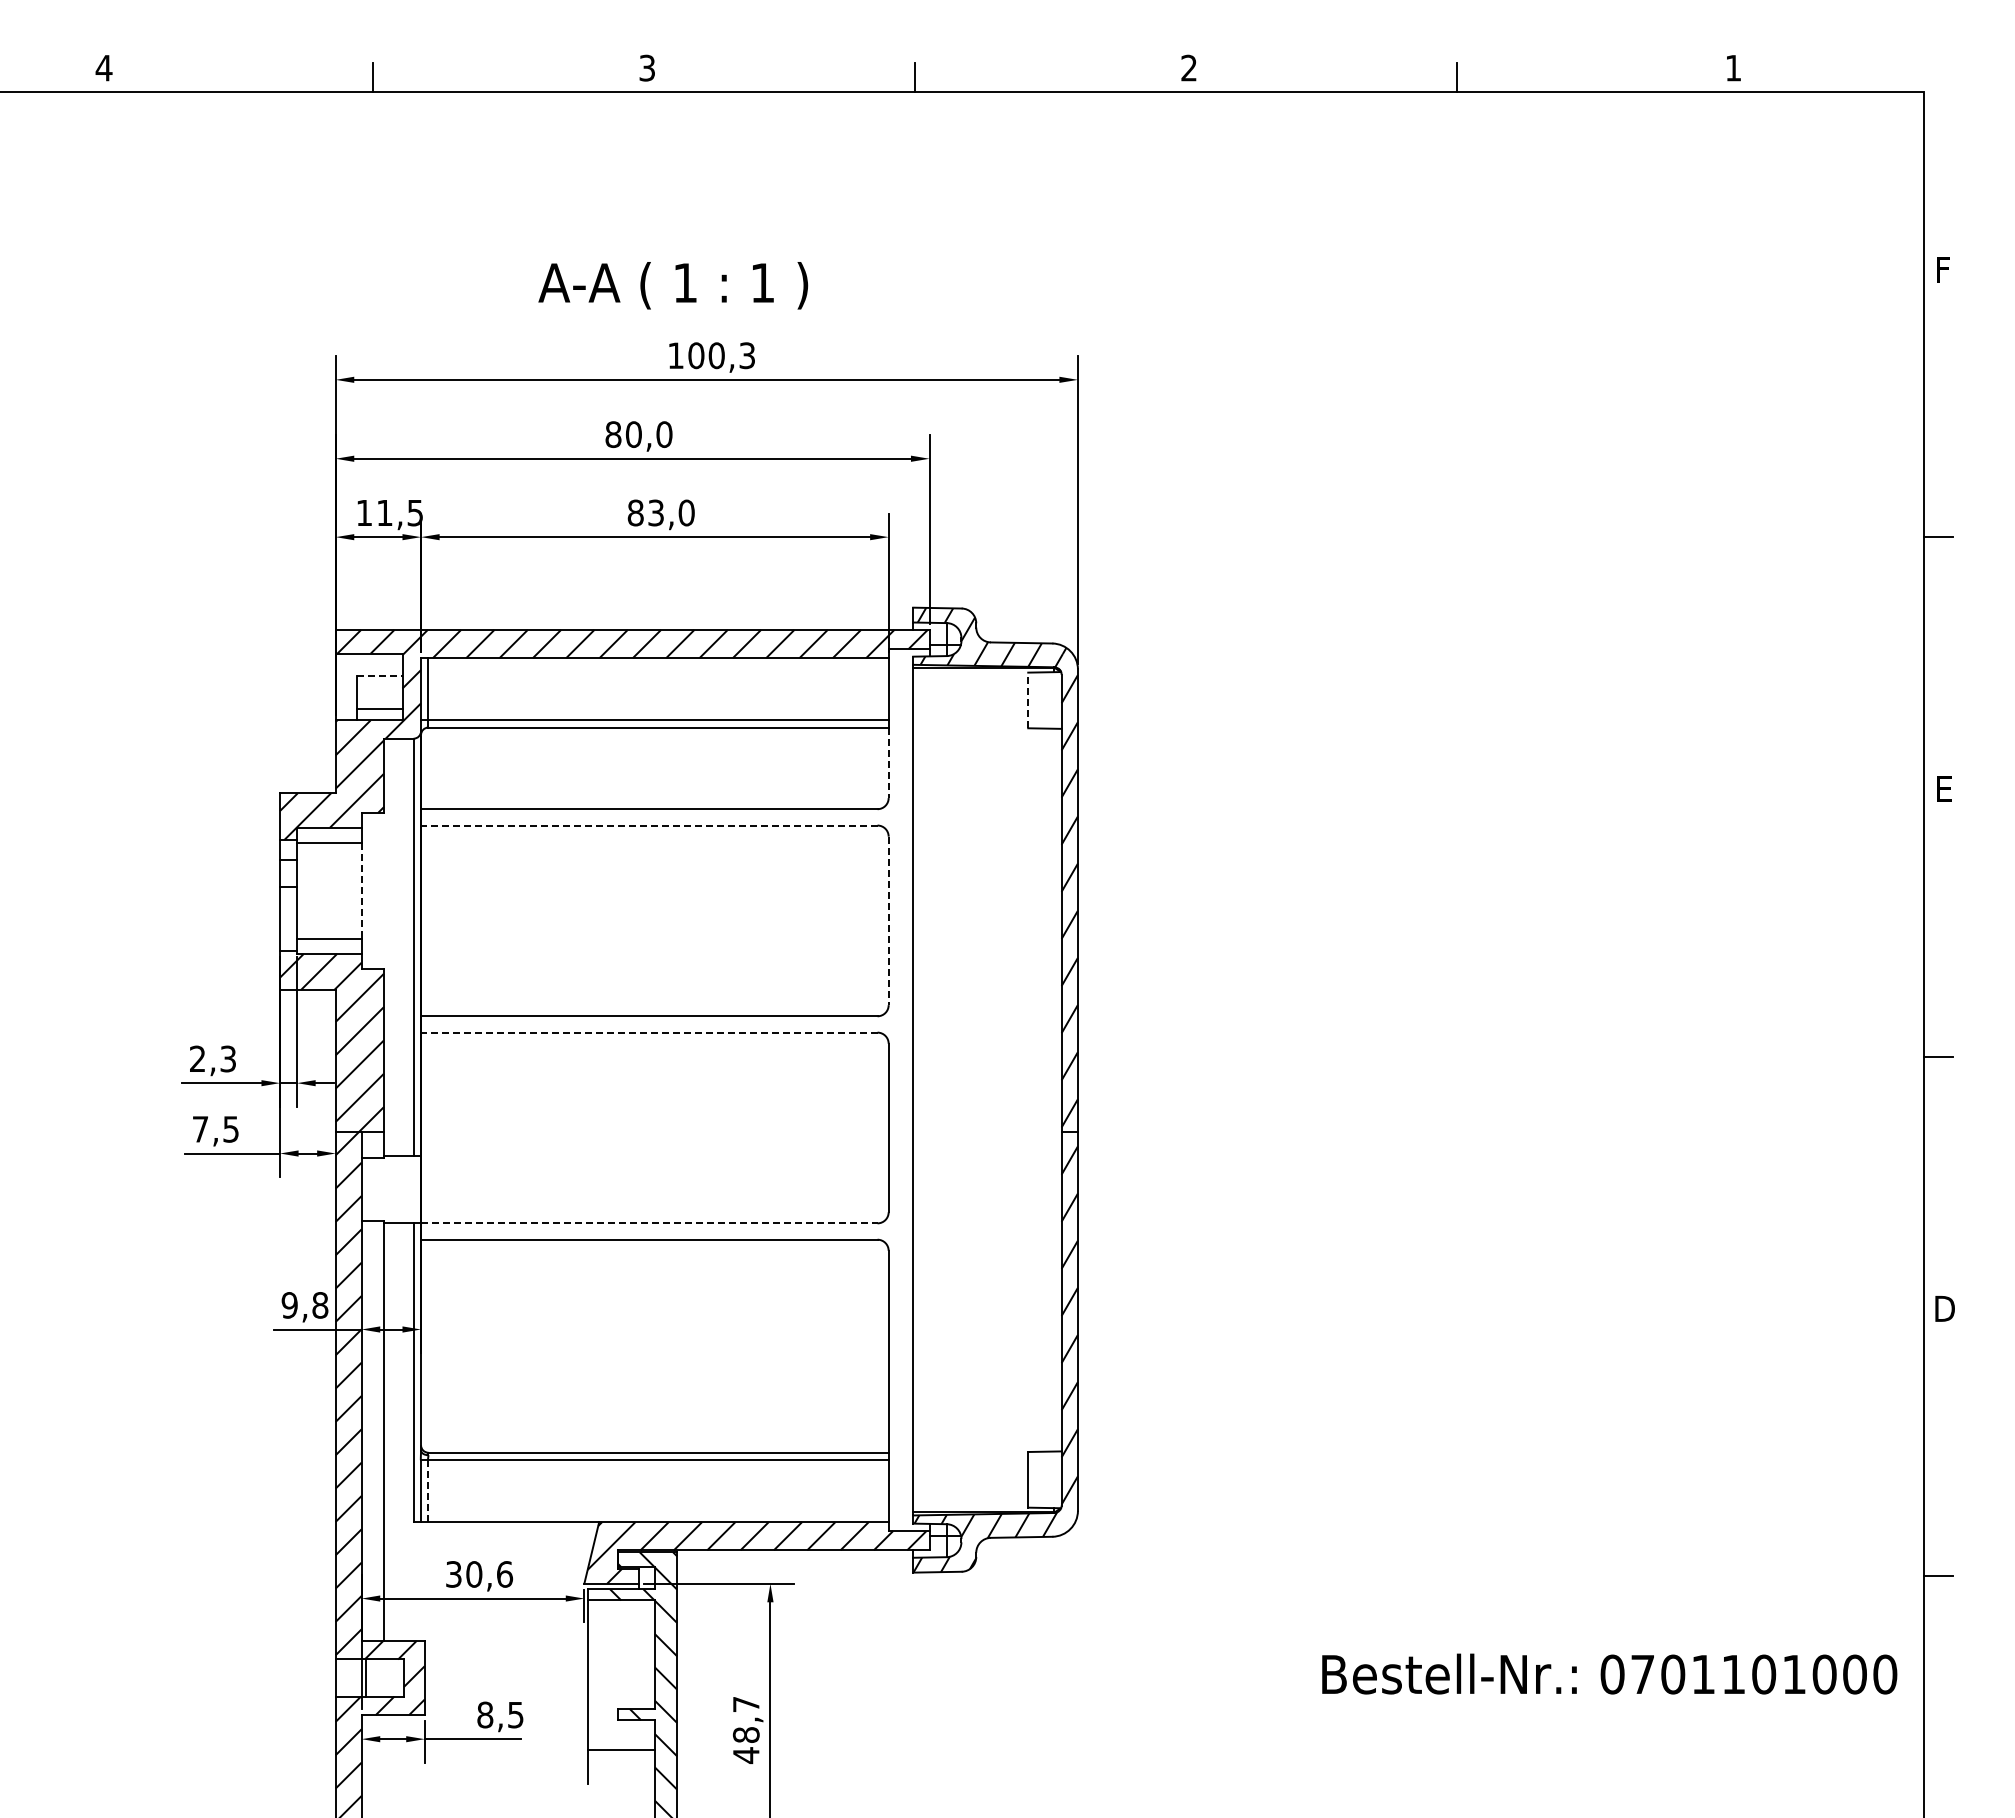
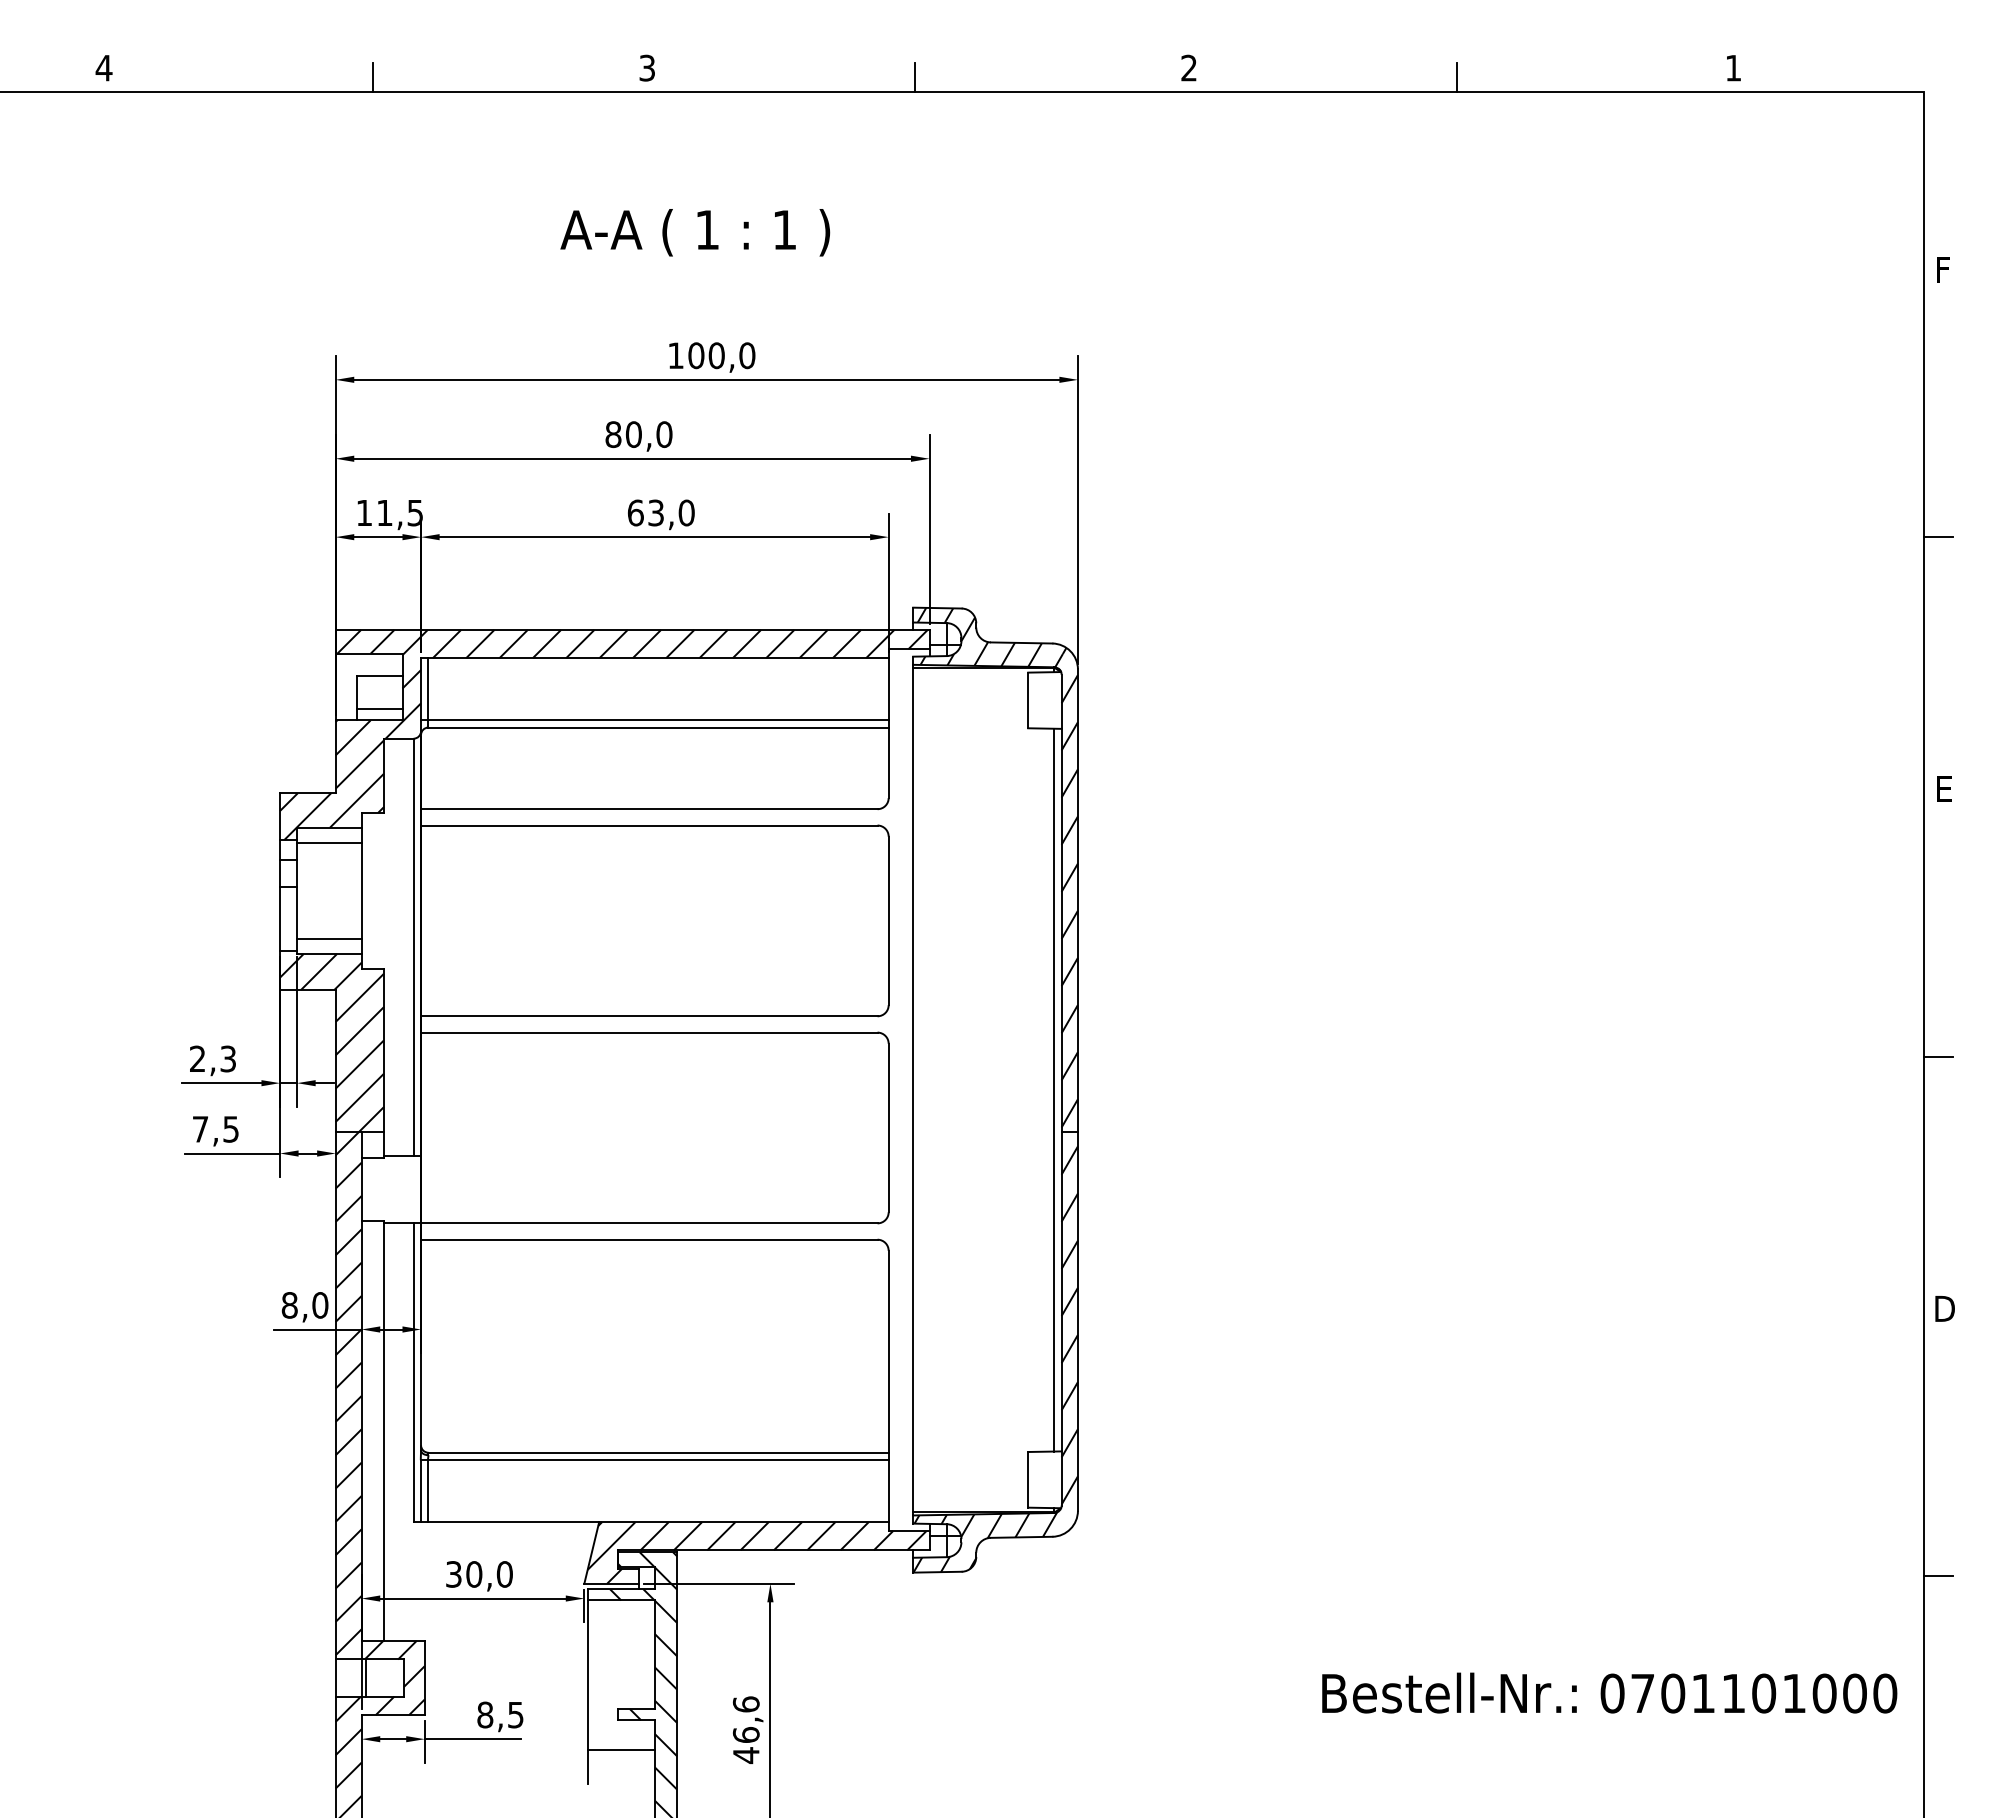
text at (673, 285) position: (673, 285) -> (695, 232)
text at (747, 355): 100,3 -> 100,0
text at (635, 512): 83,0 -> 63,0
line at (379, 675): dashed -> solid
line at (1028, 700): dashed -> solid
line at (888, 763): dashed -> solid
line at (648, 825): dashed -> solid
line at (361, 891): dashed -> solid
line at (888, 921): dashed -> solid
line at (648, 1032): dashed -> solid
line at (1054, 1089): none -> present
line at (649, 1223): dashed -> solid
text at (304, 1305): 9,8 -> 8,0
line at (428, 1491): dashed -> solid
text at (504, 1574): 30,6 -> 30,0
text at (1609, 1673) position: (1609, 1673) -> (1609, 1692)
text at (745, 1719): 48,7 -> 46,6
